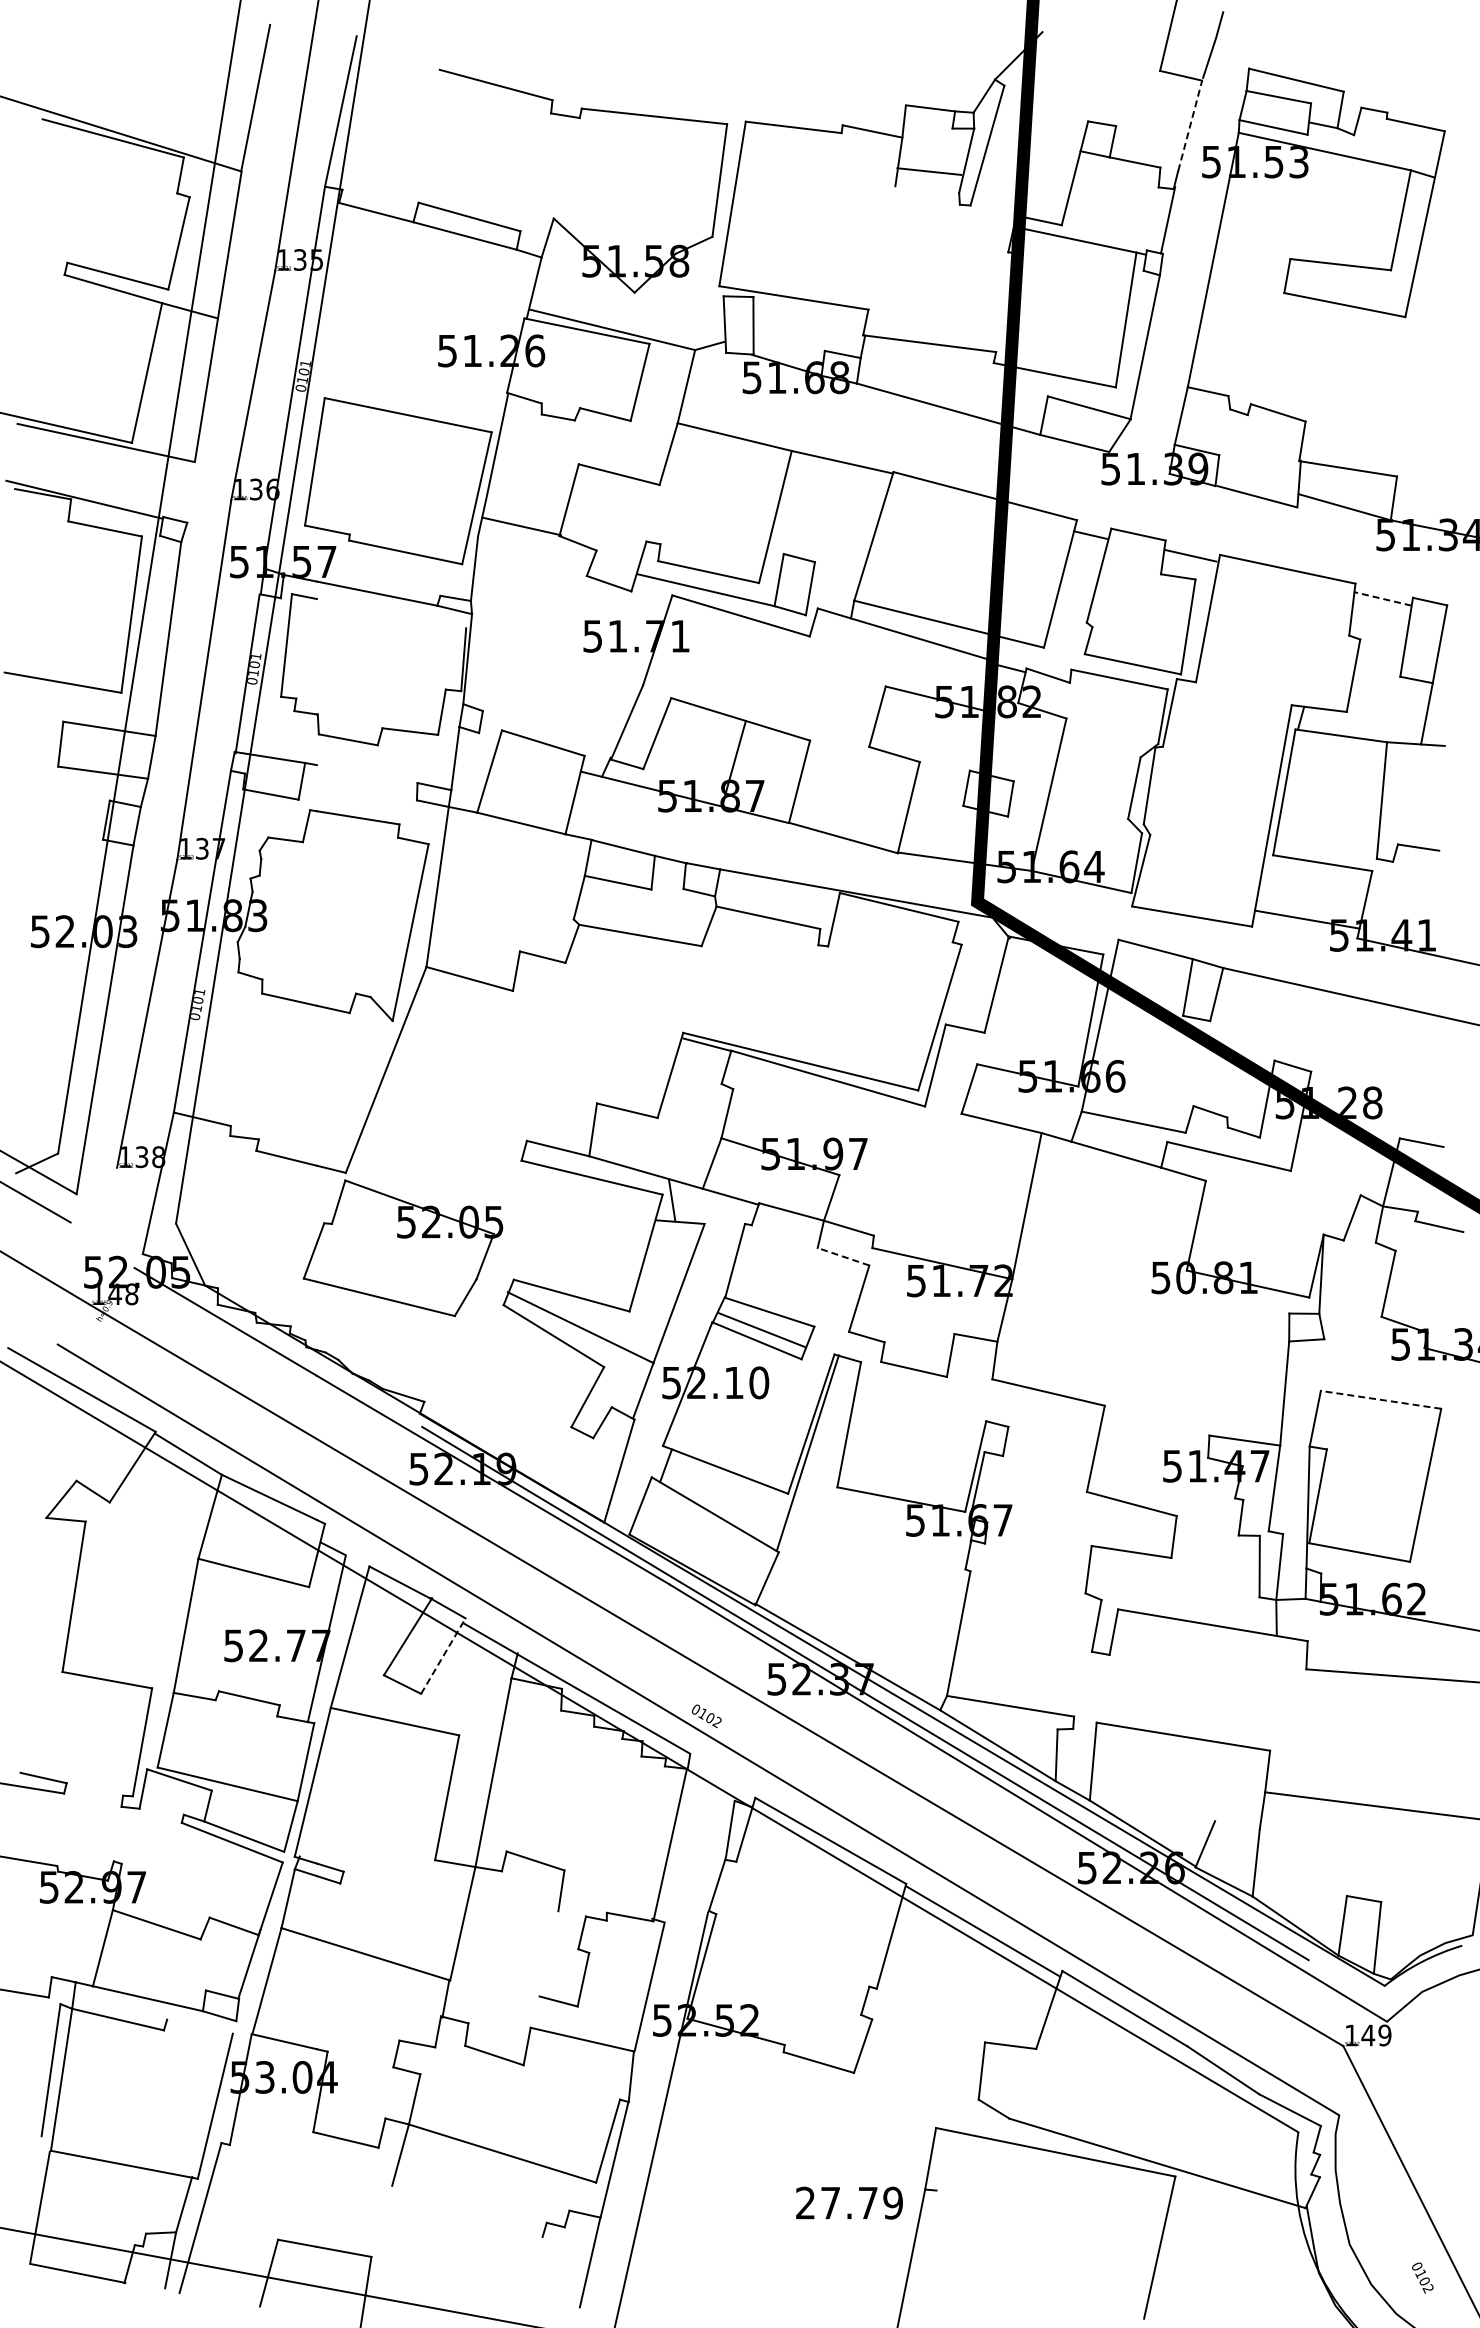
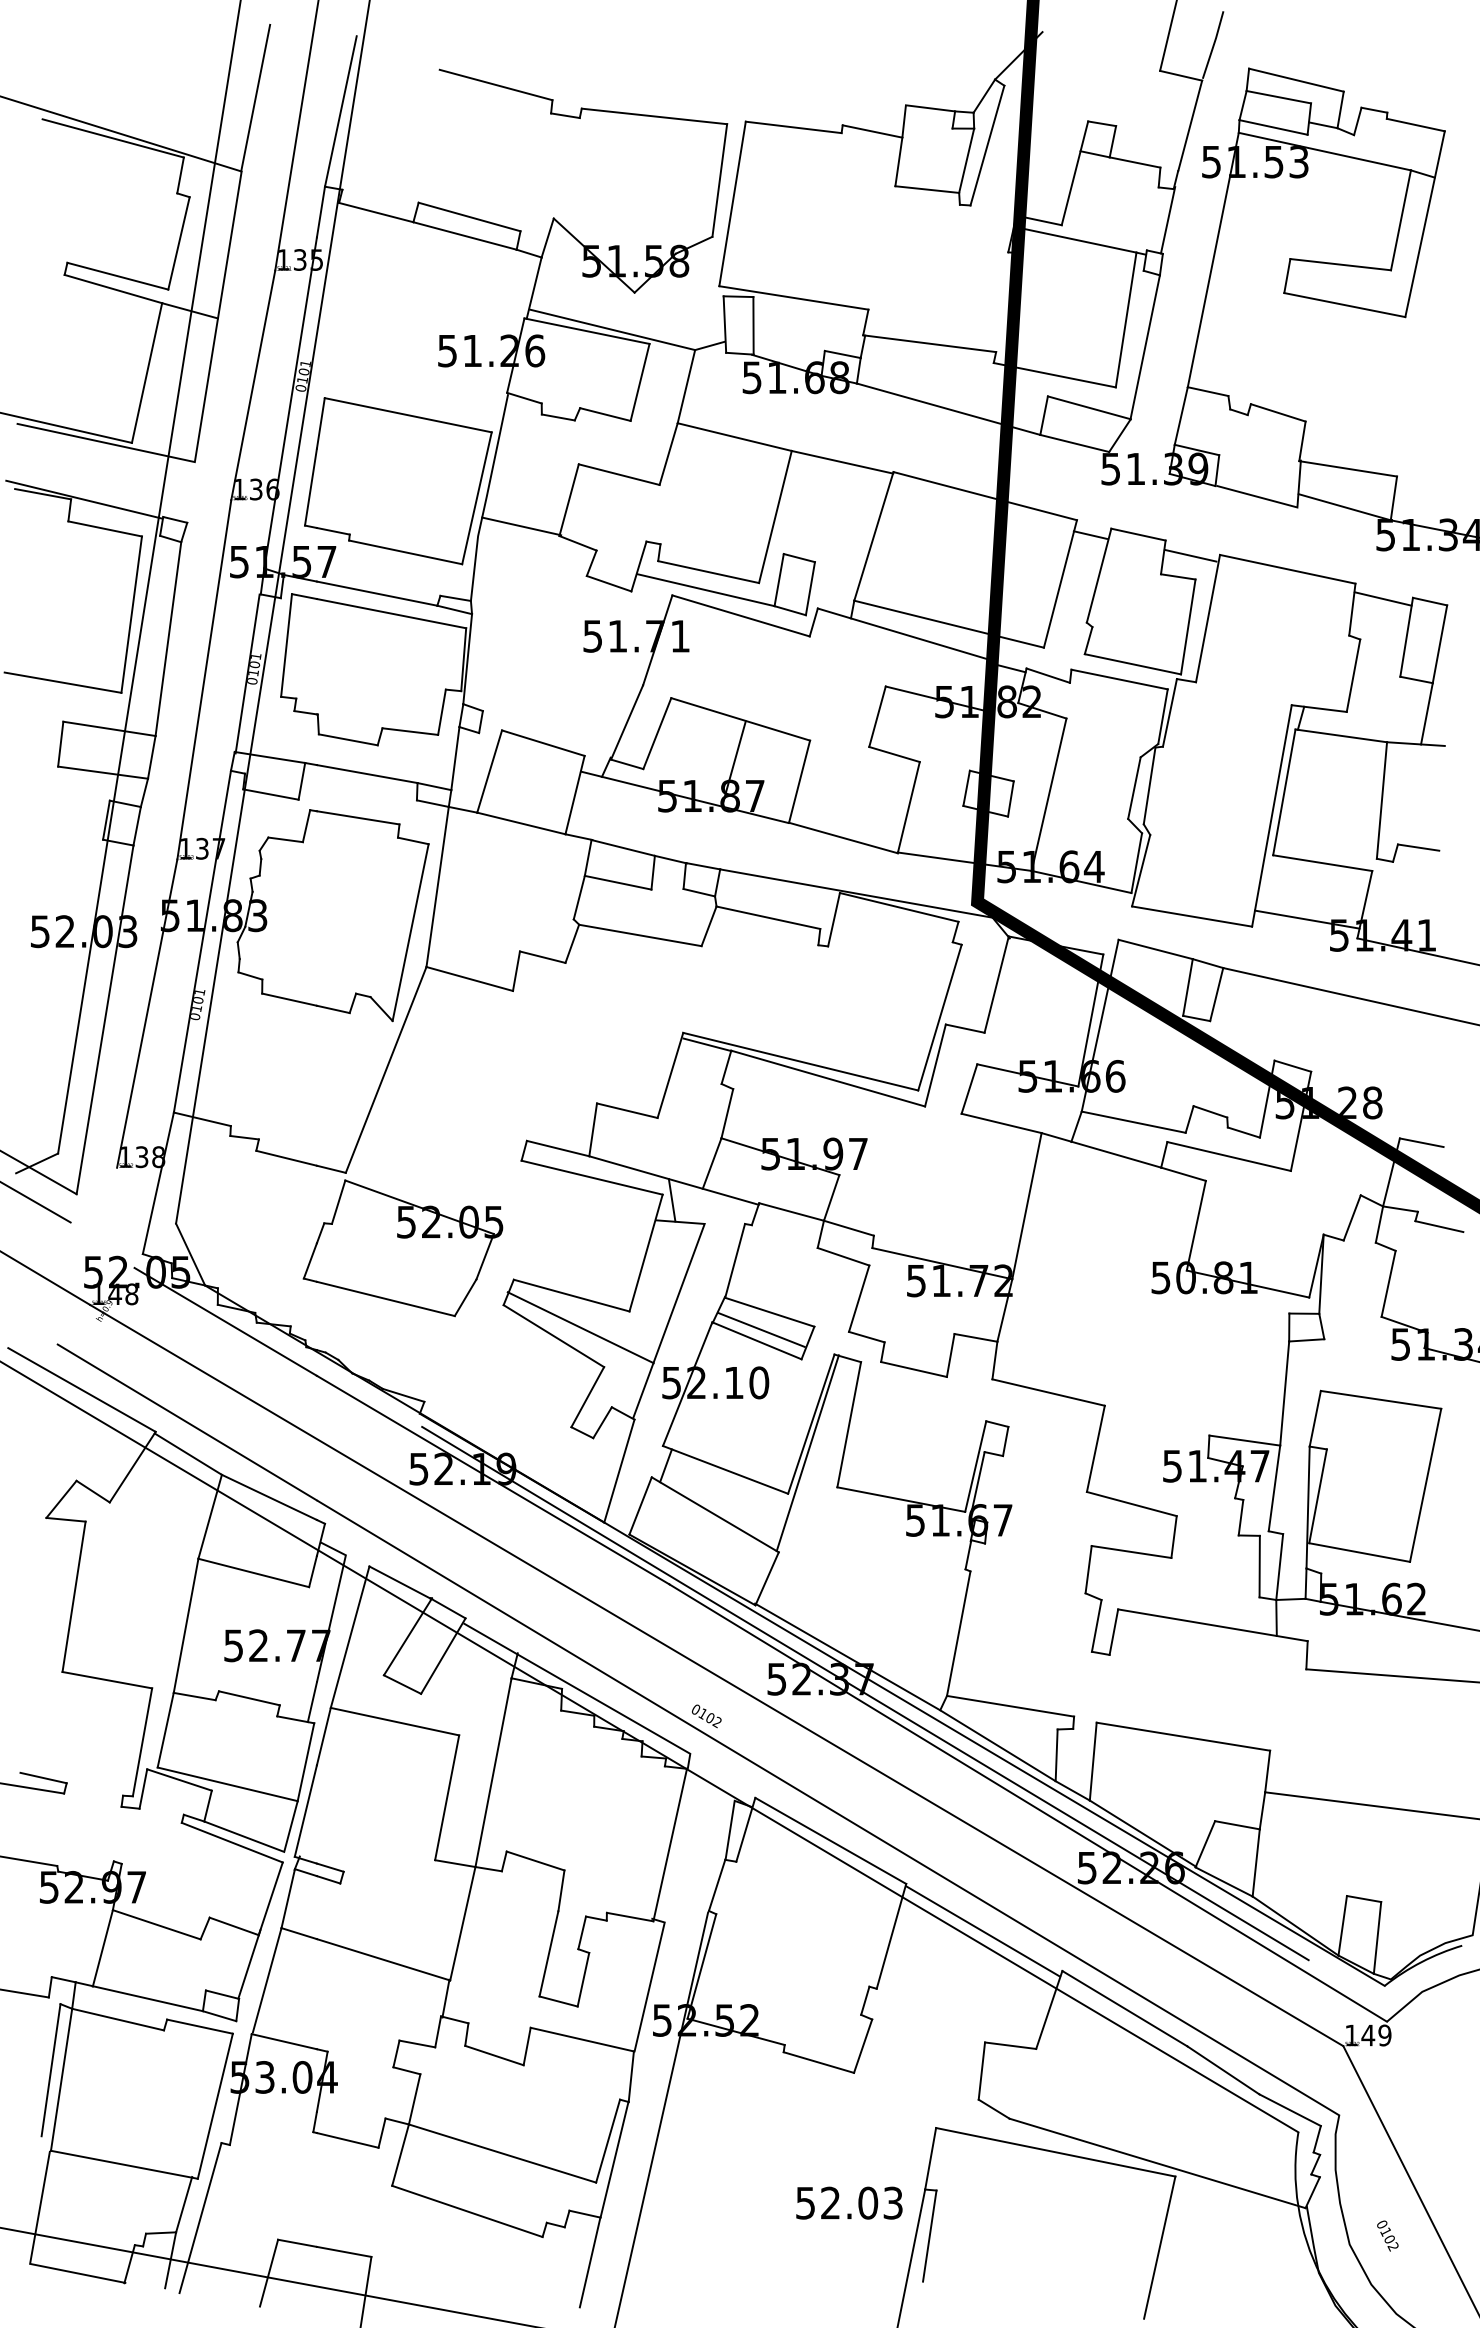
line at (1190, 125): dashed -> solid
line at (929, 171) position: (929, 171) -> (927, 189)
line at (1382, 598): dashed -> solid
line at (391, 613): none -> present
line at (366, 774): none -> present
line at (843, 1256): dashed -> solid
line at (1381, 1399): dashed -> solid
line at (443, 1656): dashed -> solid
line at (1237, 1825): none -> present
line at (548, 1953): none -> present
line at (199, 2026): none -> present
text at (849, 2202): 27.79 -> 52.03
line at (467, 2211): none -> present
line at (929, 2235): none -> present
text at (1422, 2277) position: (1422, 2277) -> (1387, 2235)
